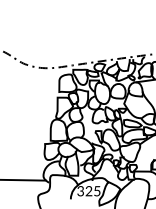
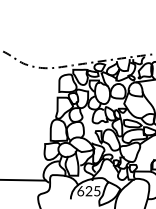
text at (80, 190): 325 -> 625
